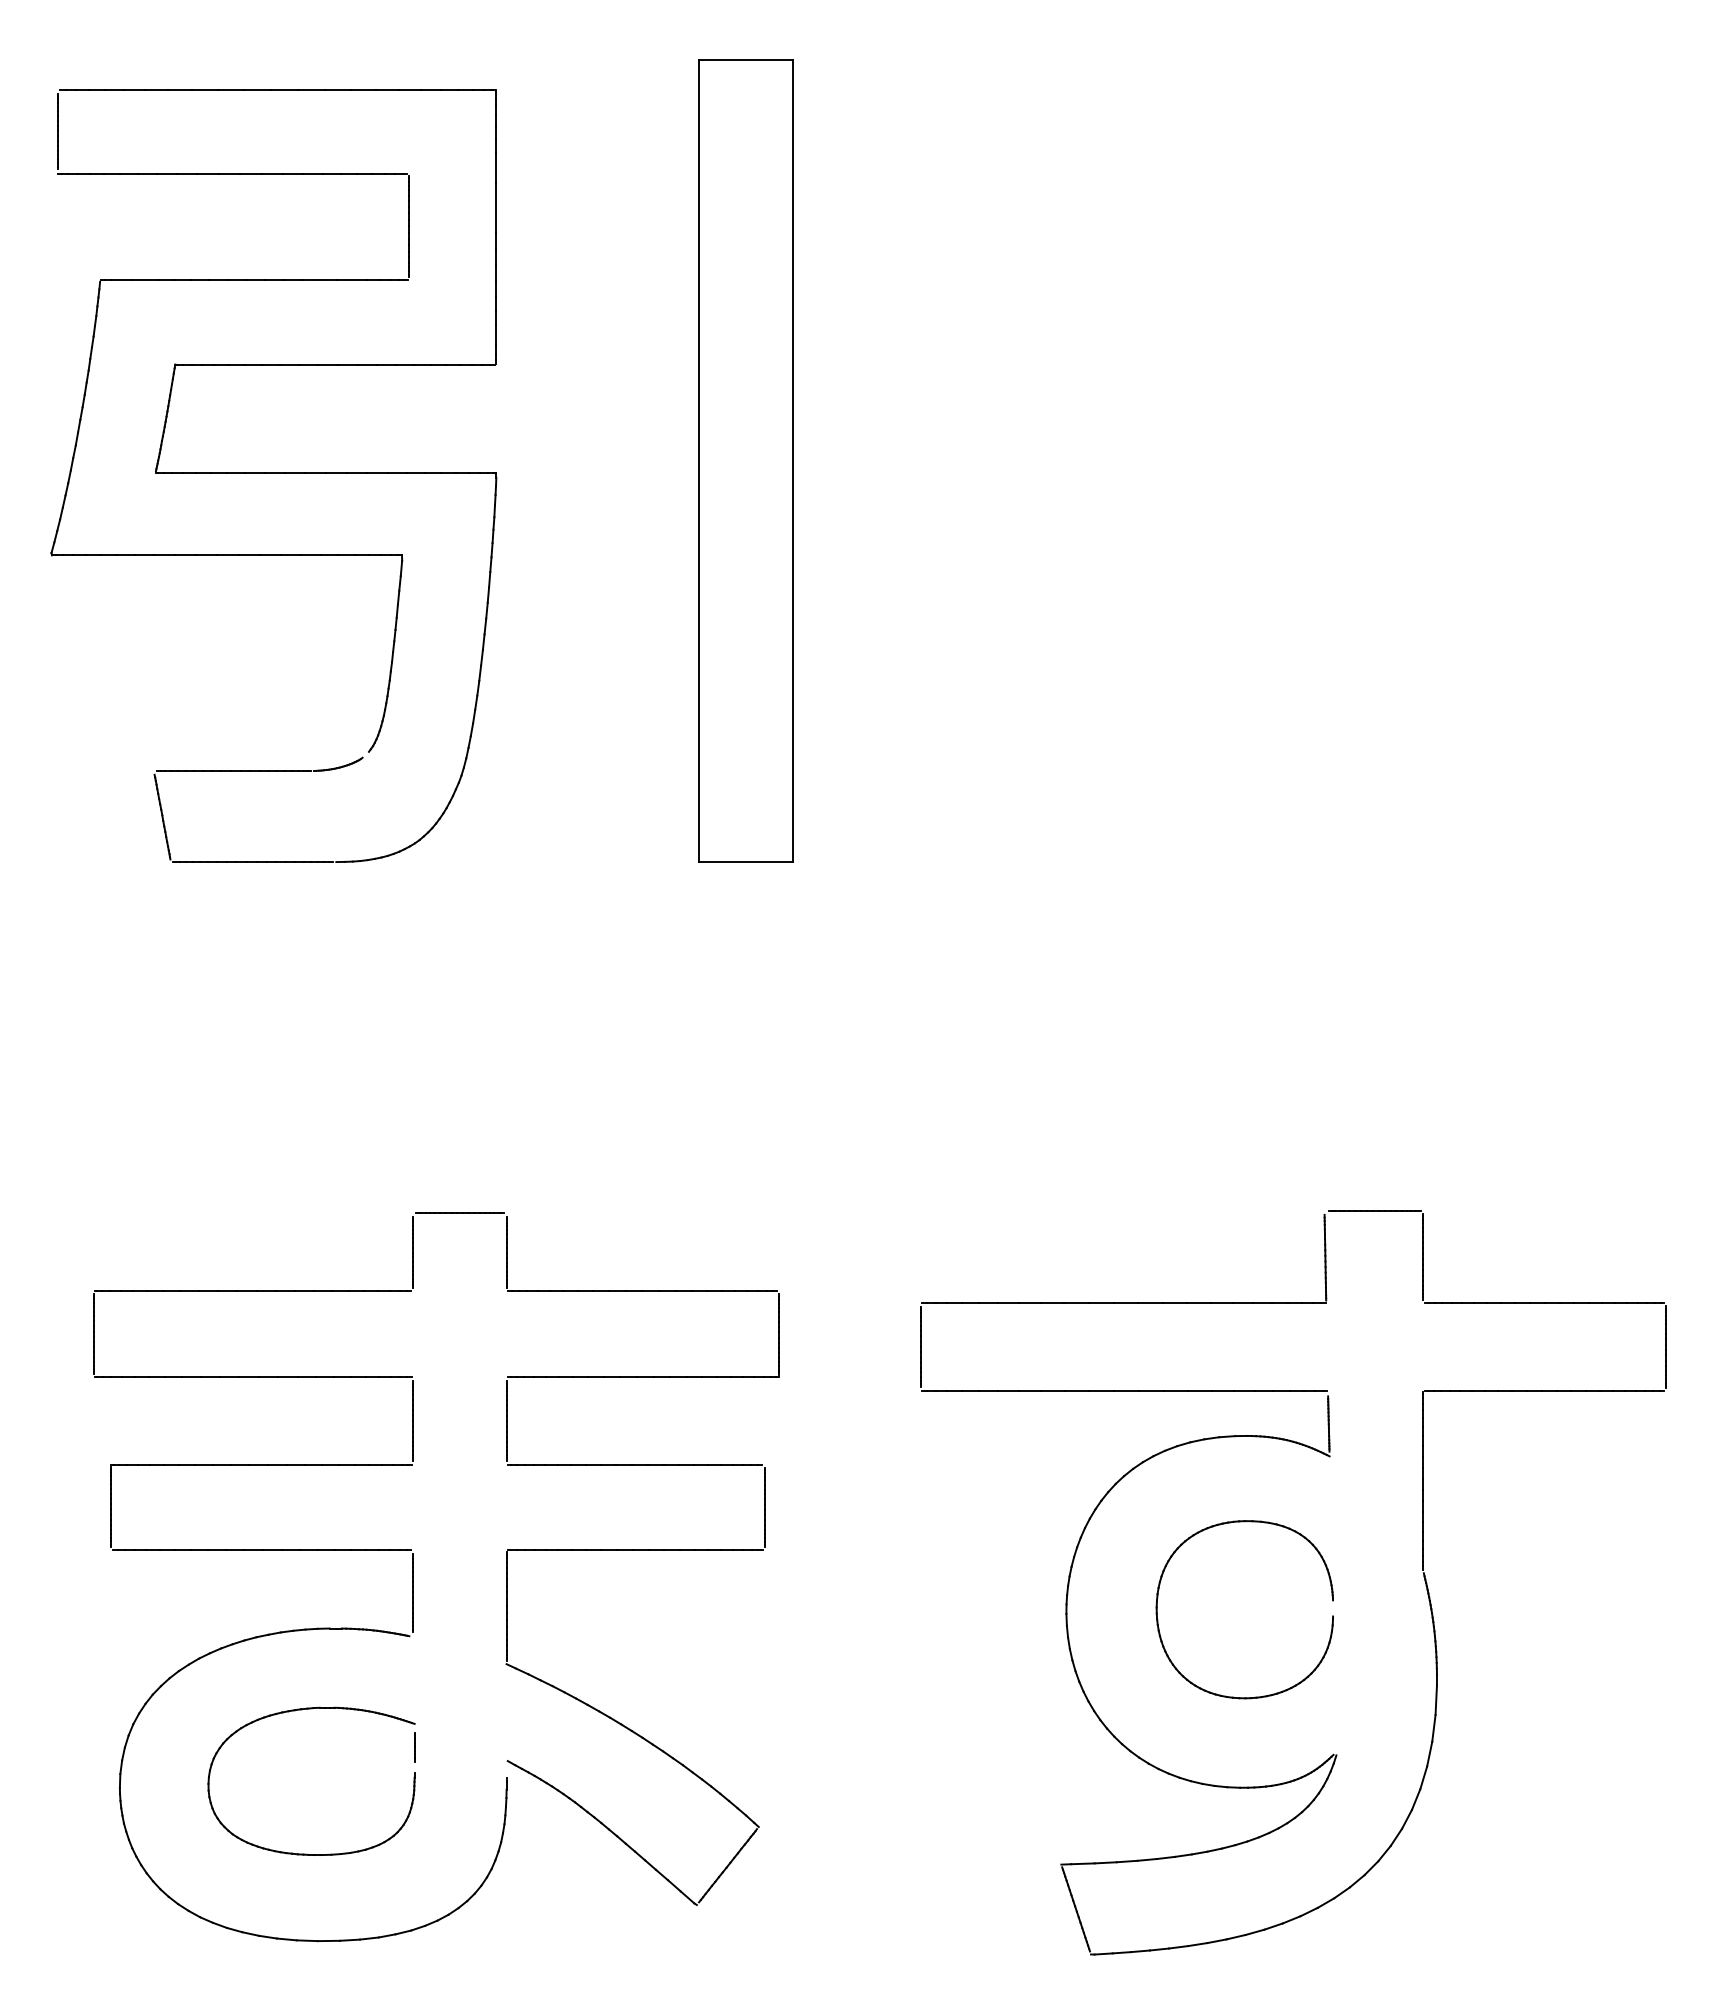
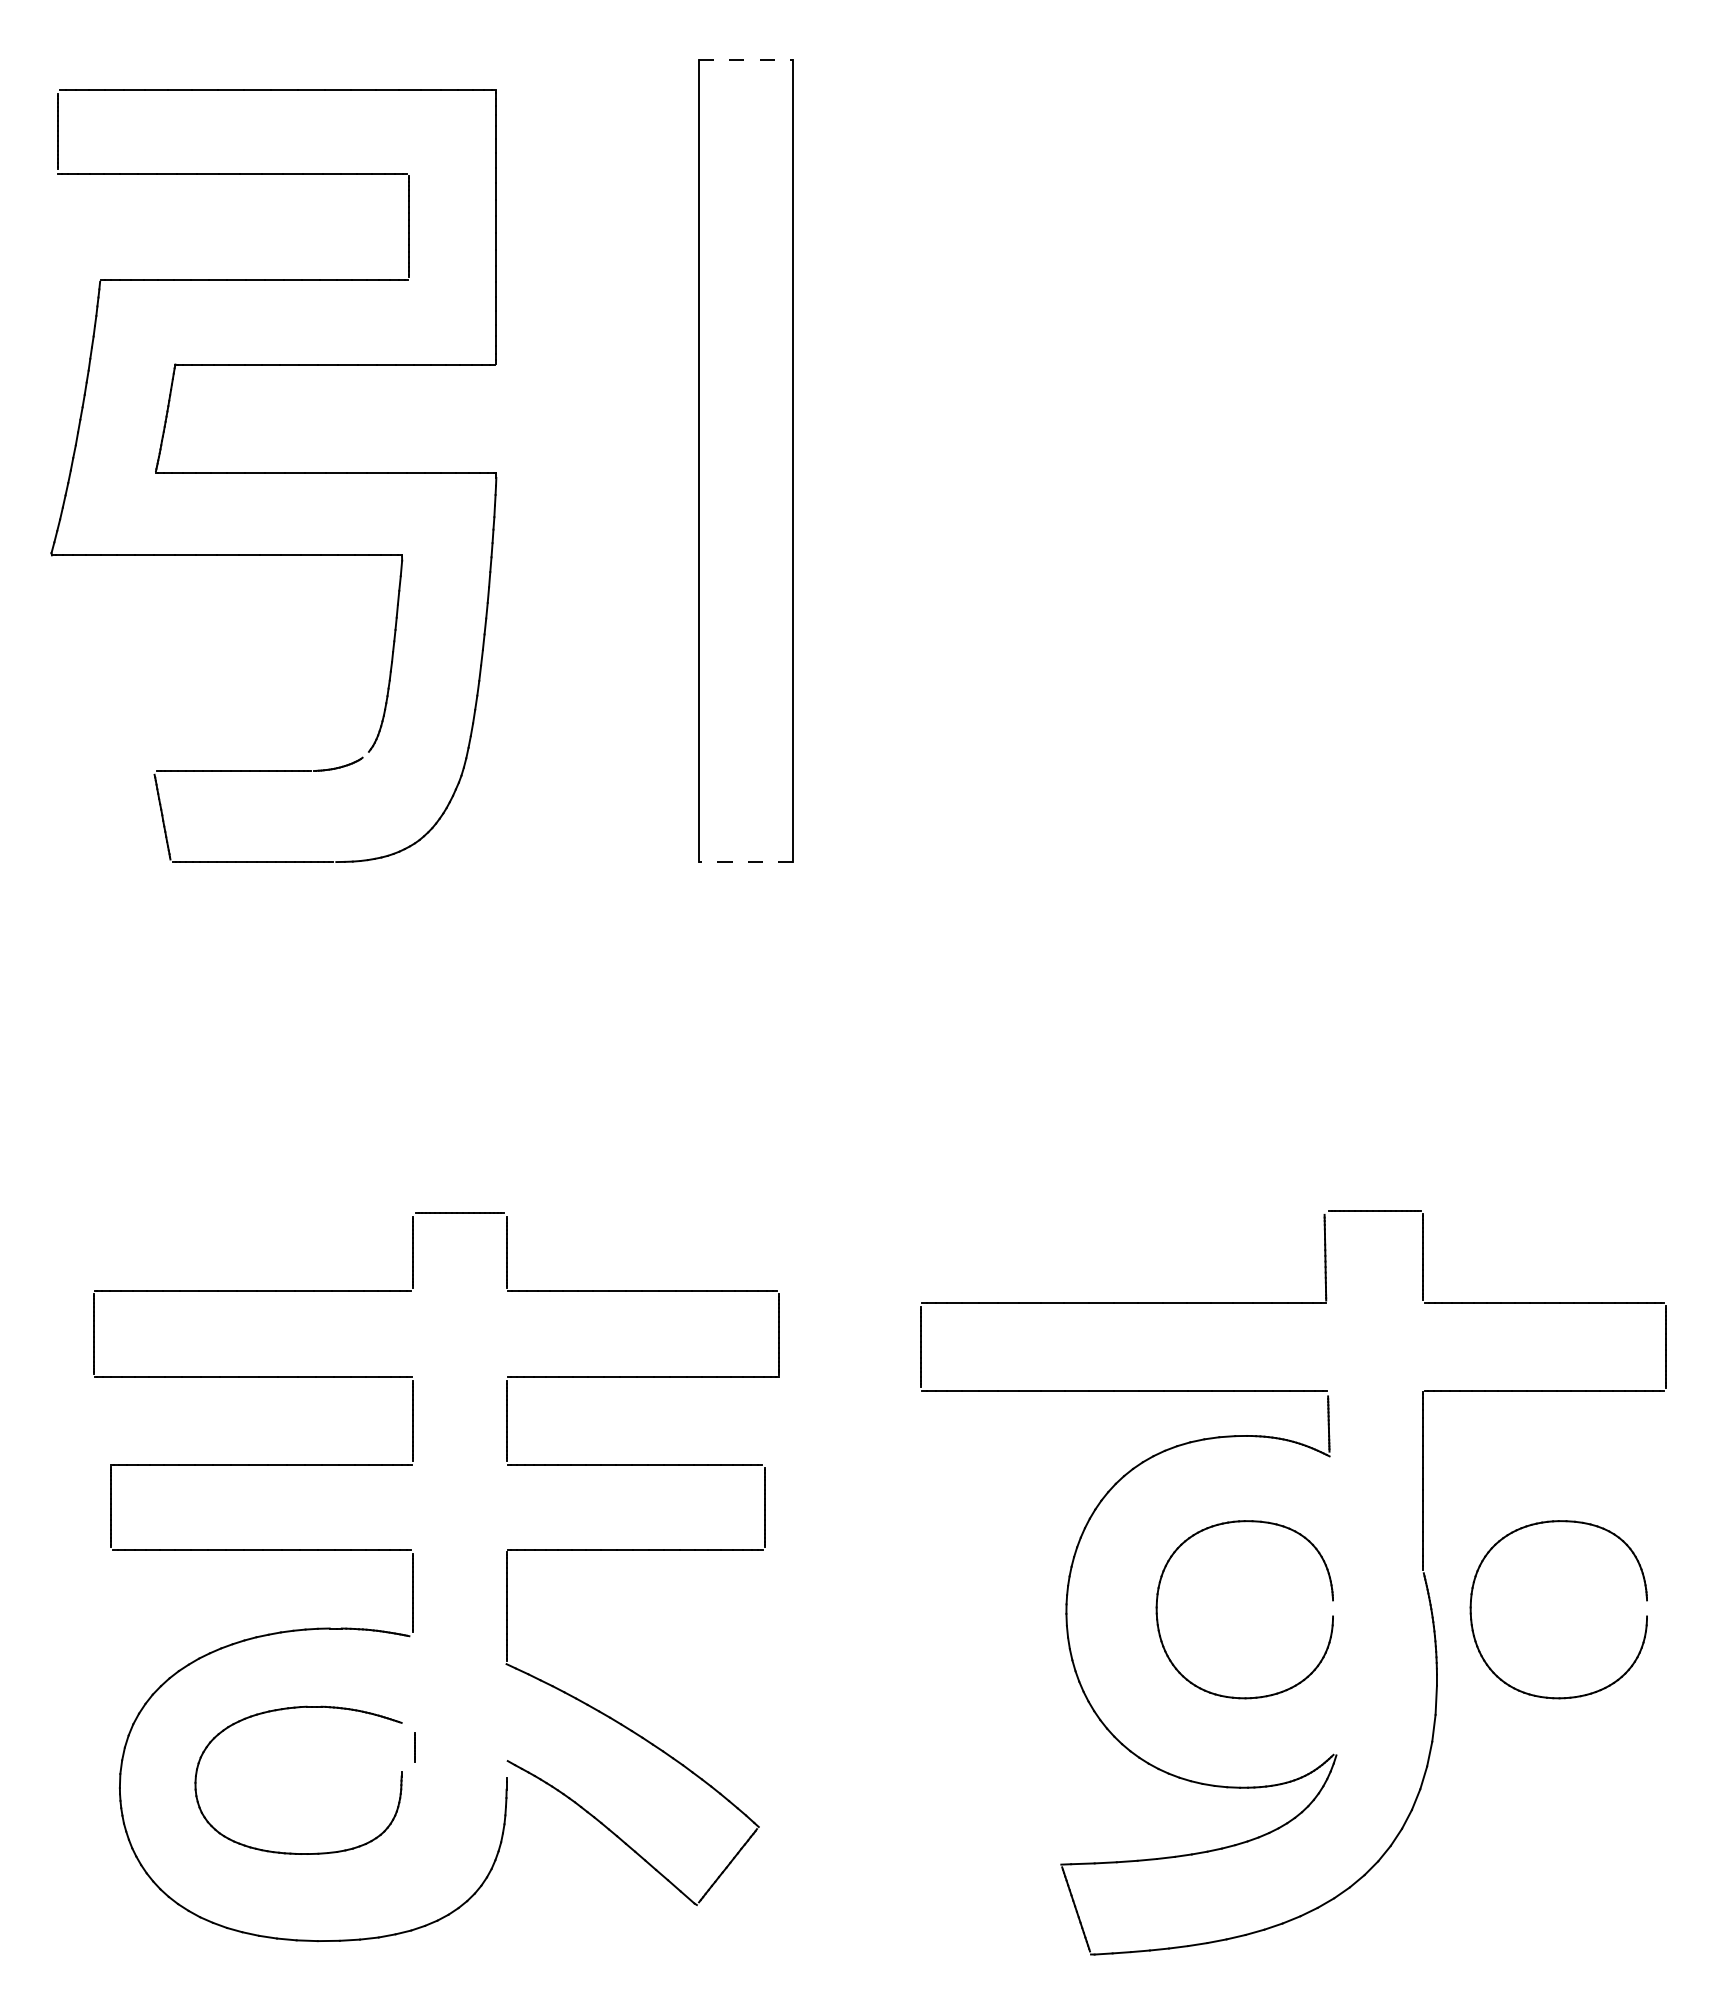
line at (746, 60): solid -> dashed
line at (746, 862): solid -> dashed
part at (1472, 1619): none -> present
part at (302, 1710) position: (302, 1710) -> (289, 1709)
